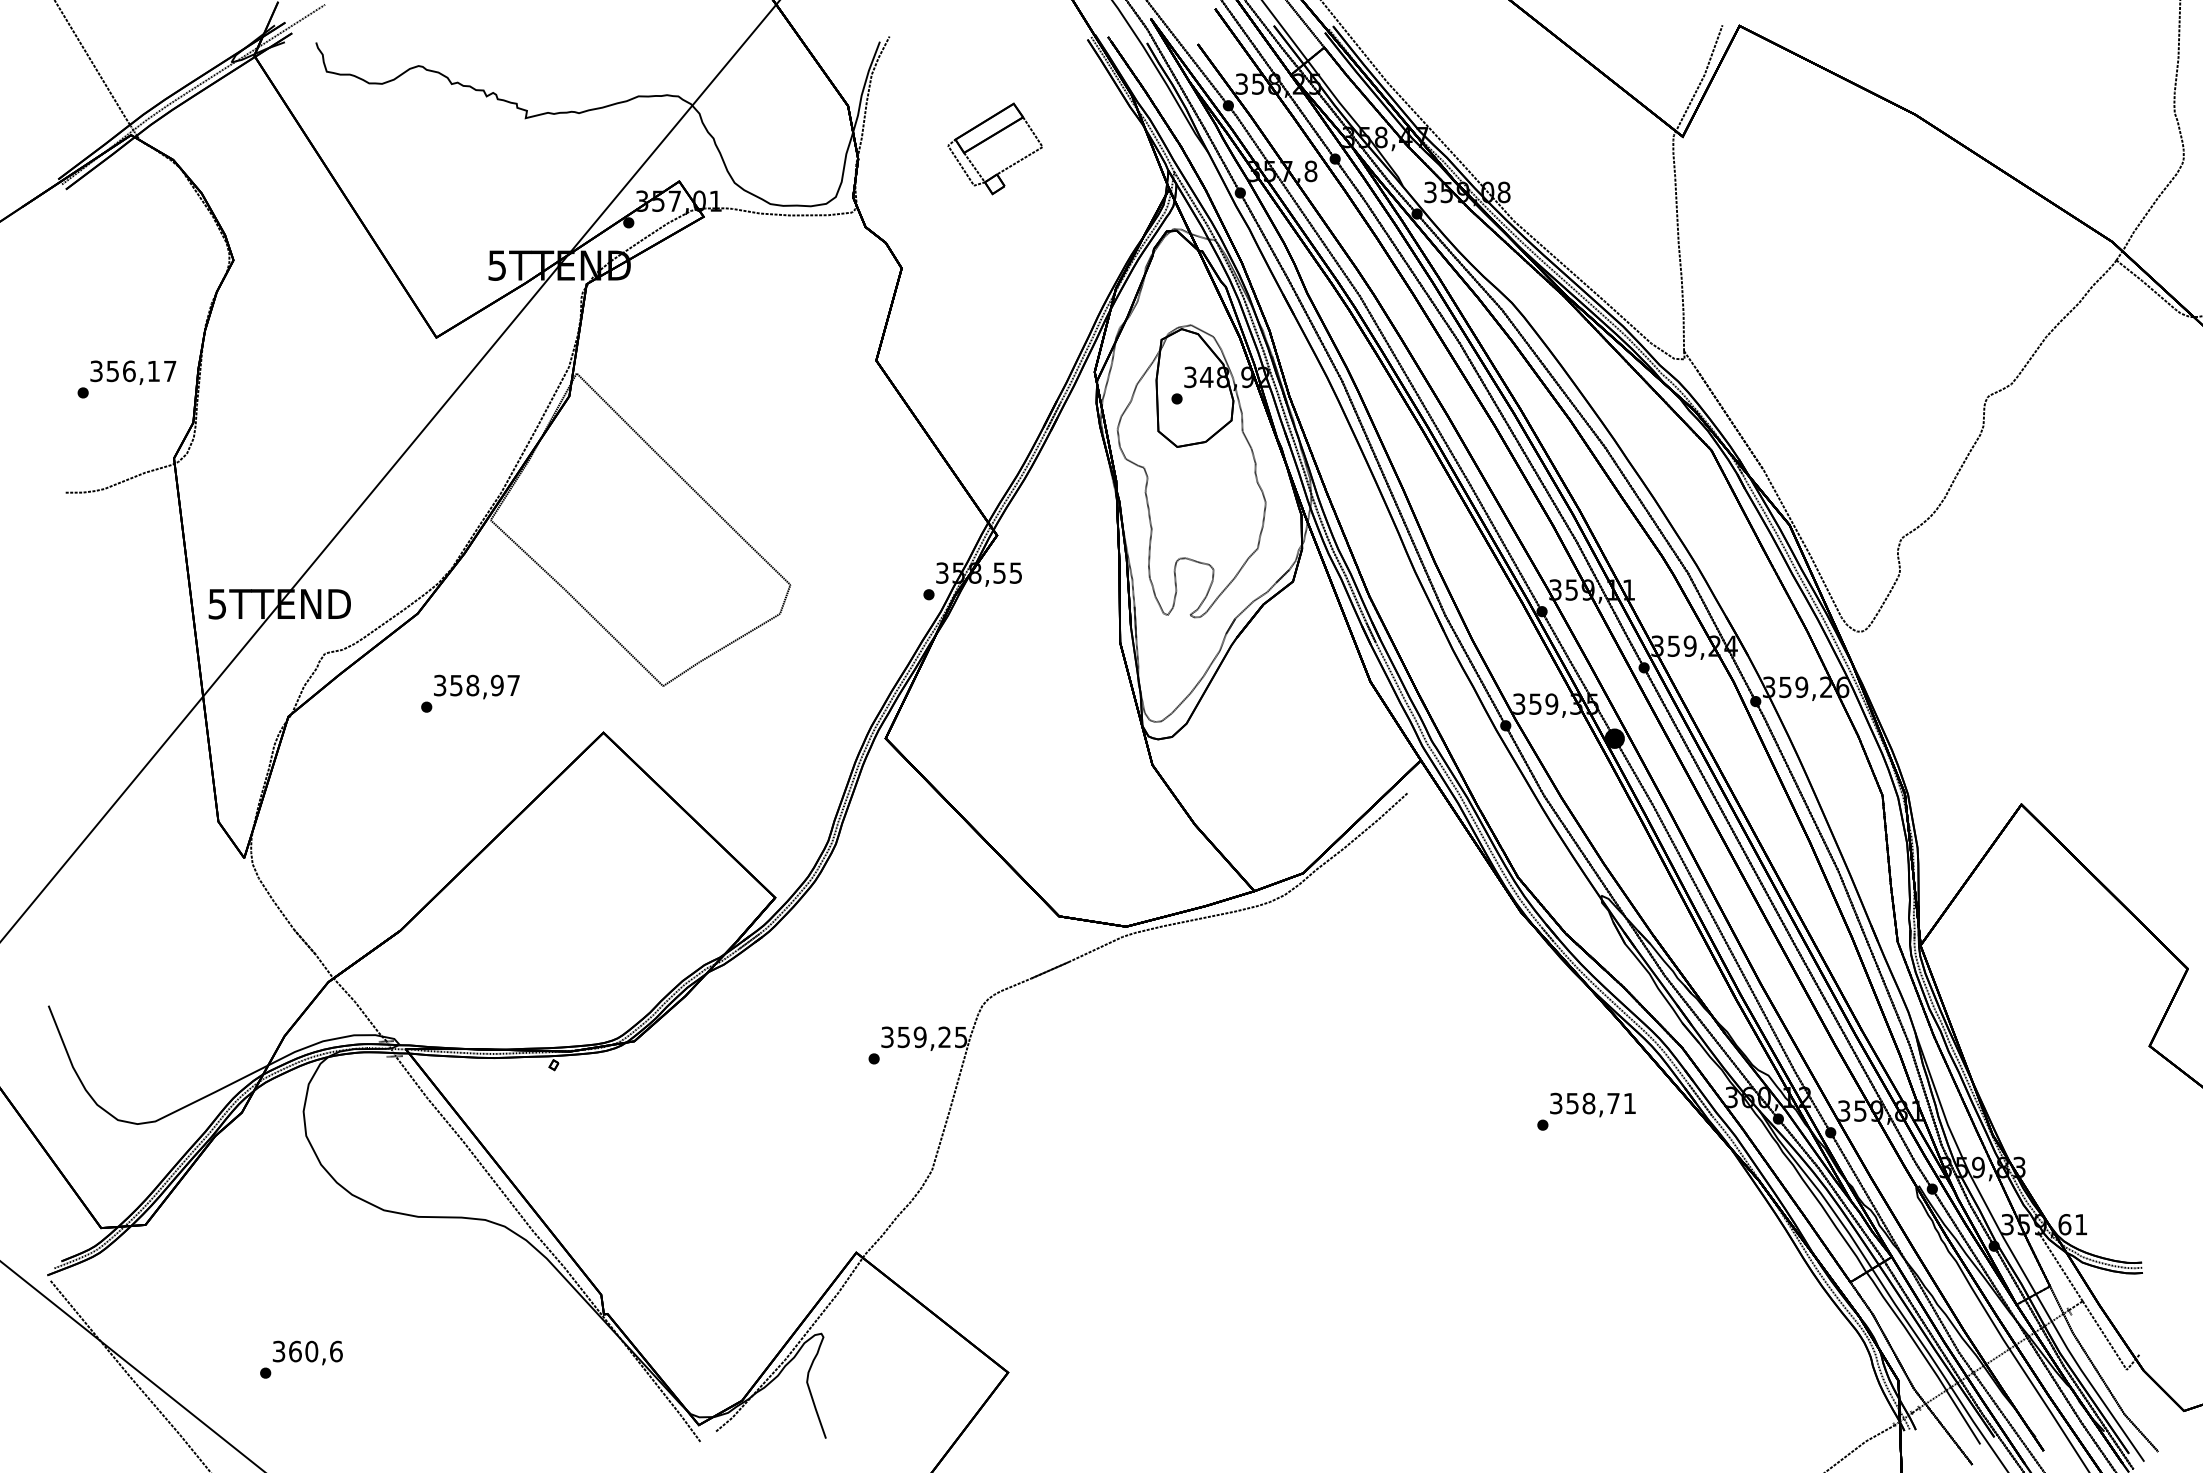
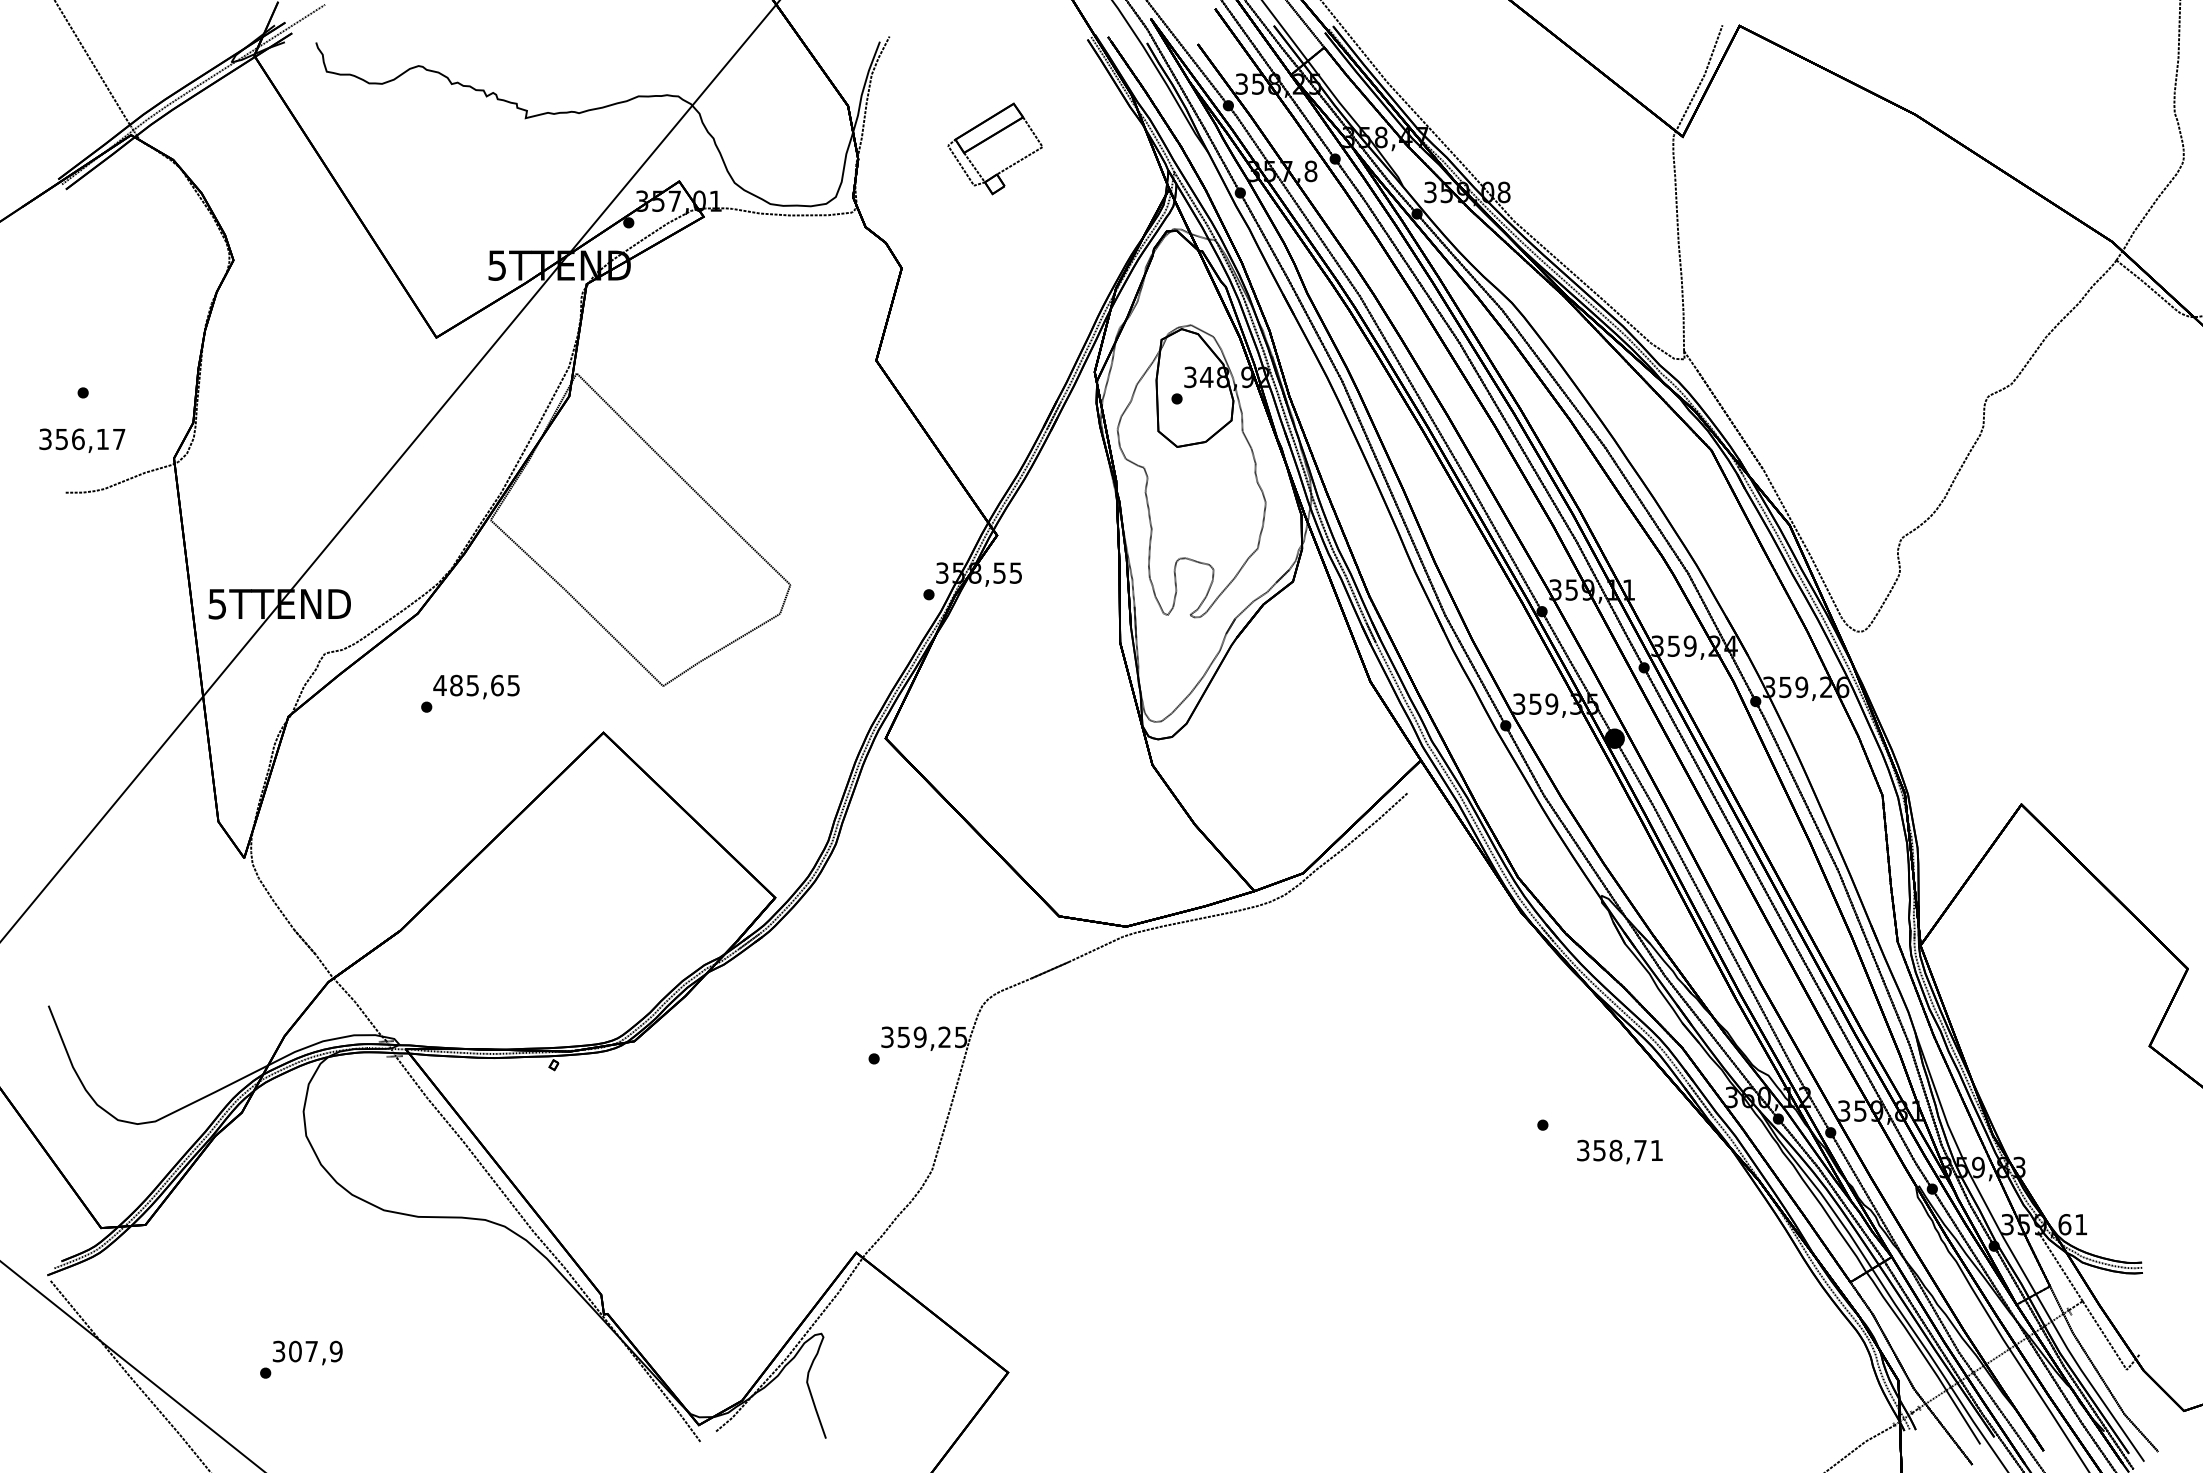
text at (133, 372) position: (133, 372) -> (82, 440)
text at (476, 685): 358,97 -> 485,65
text at (1592, 1104) position: (1592, 1104) -> (1619, 1151)
text at (315, 1351): 360,6 -> 307,9
